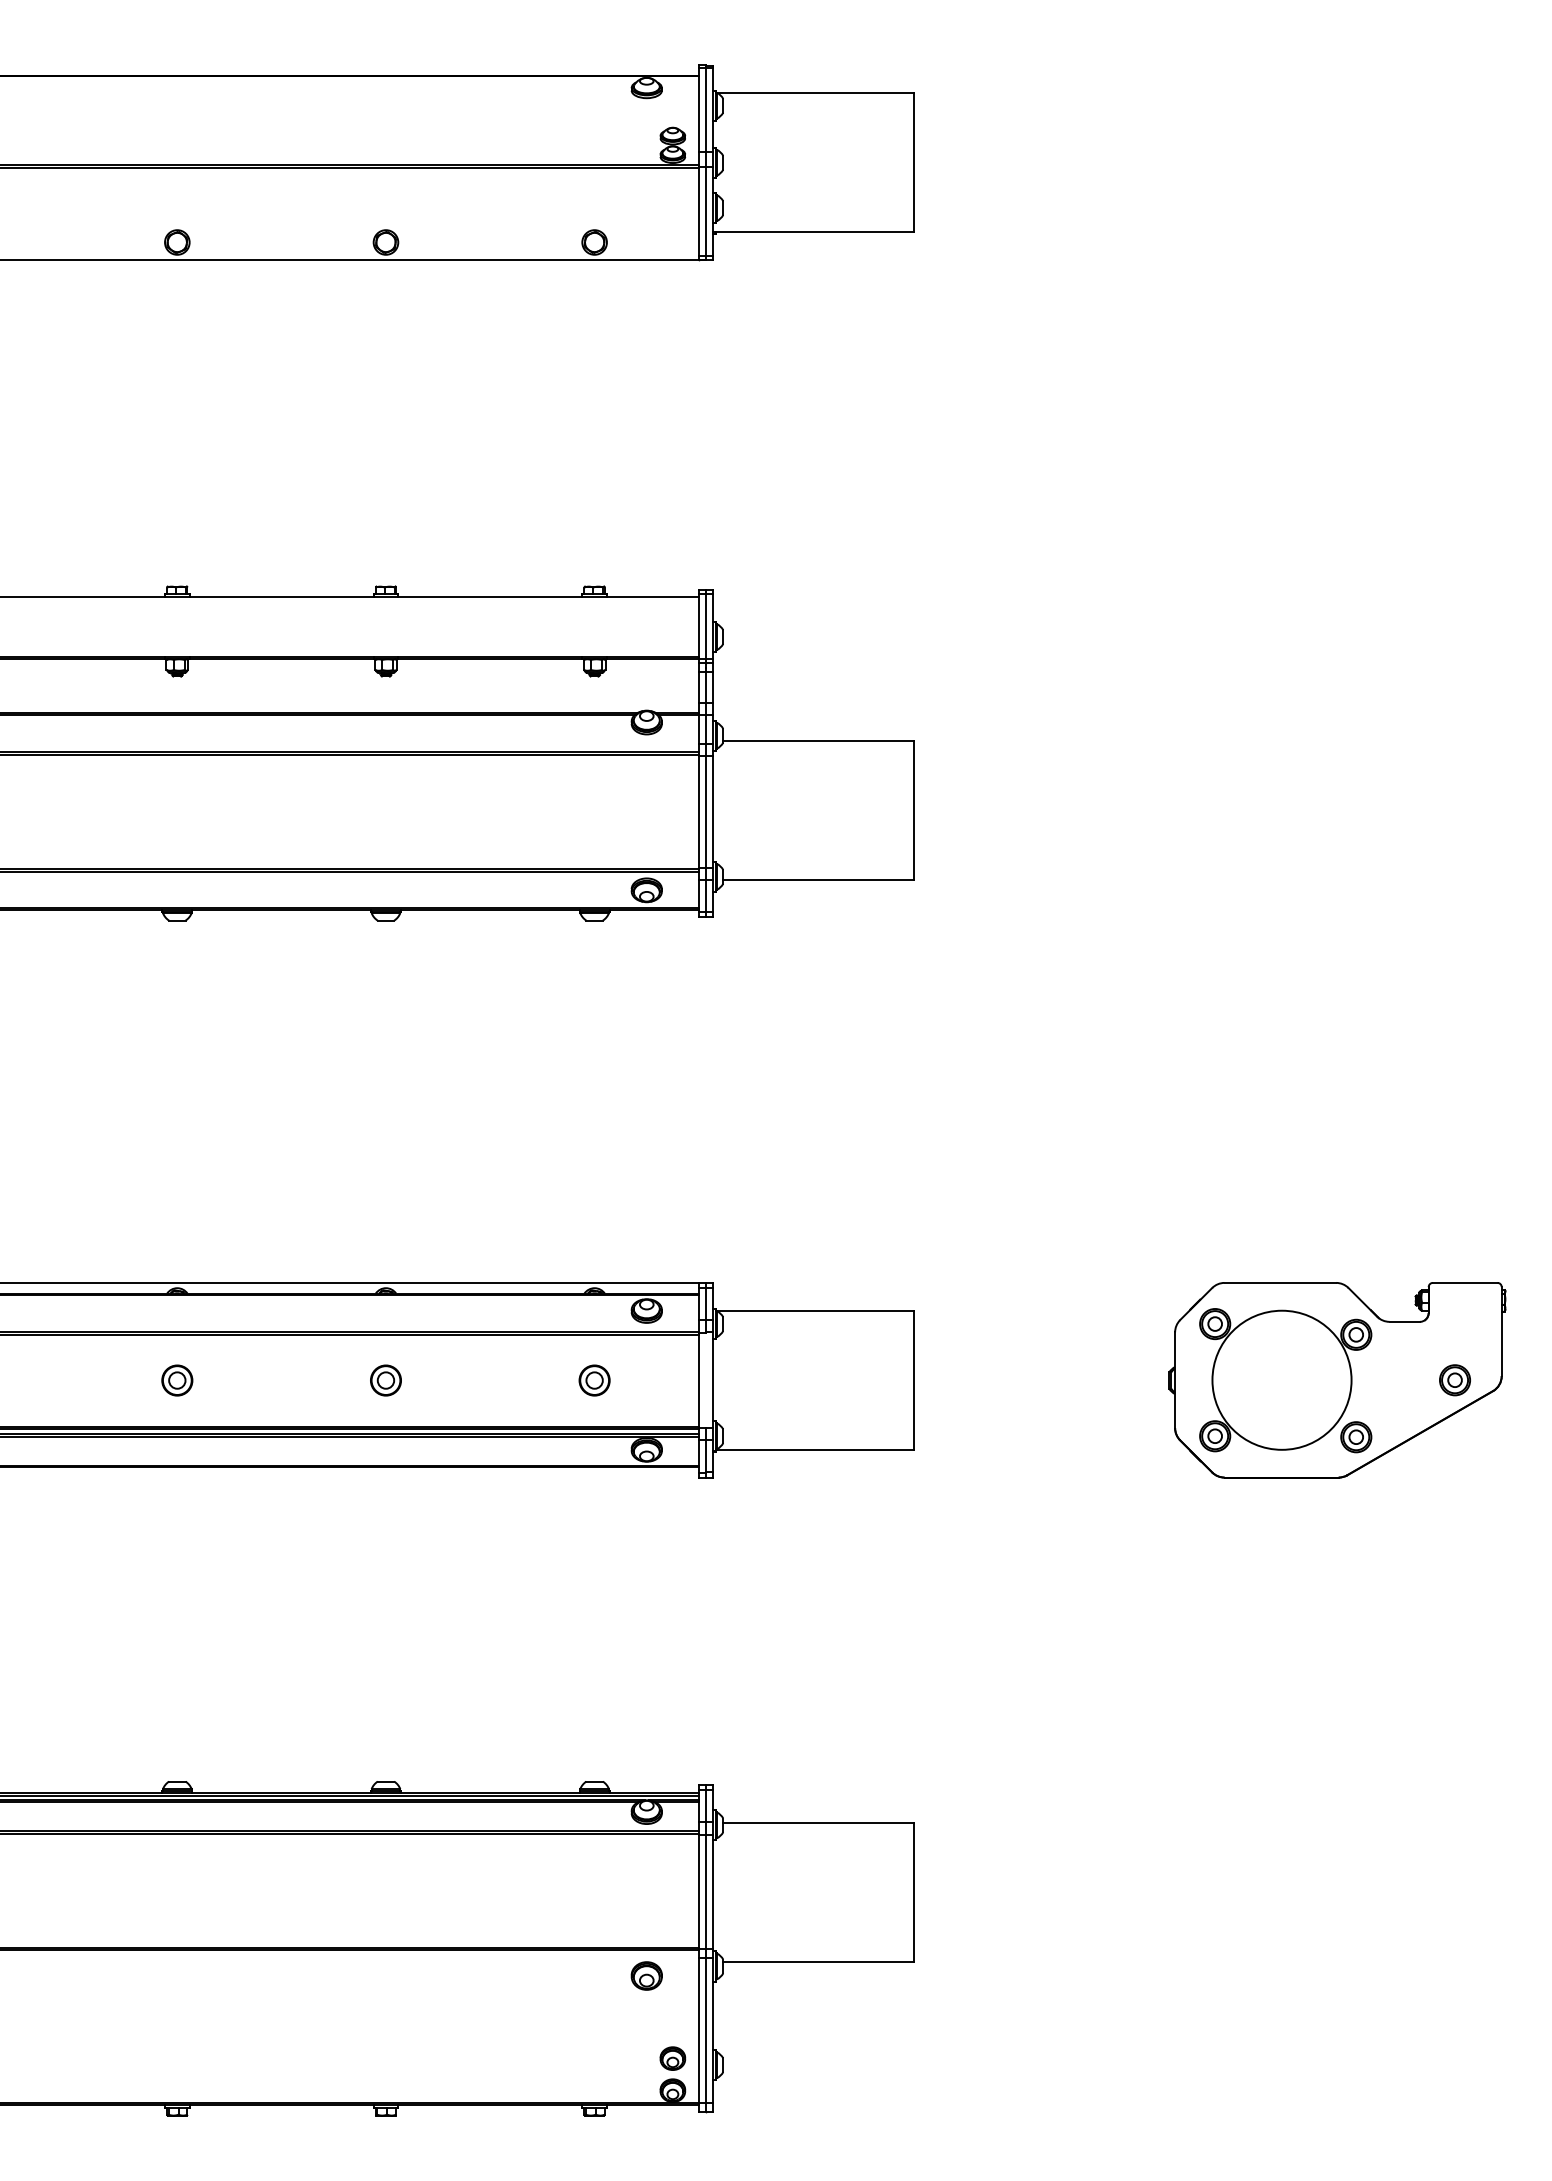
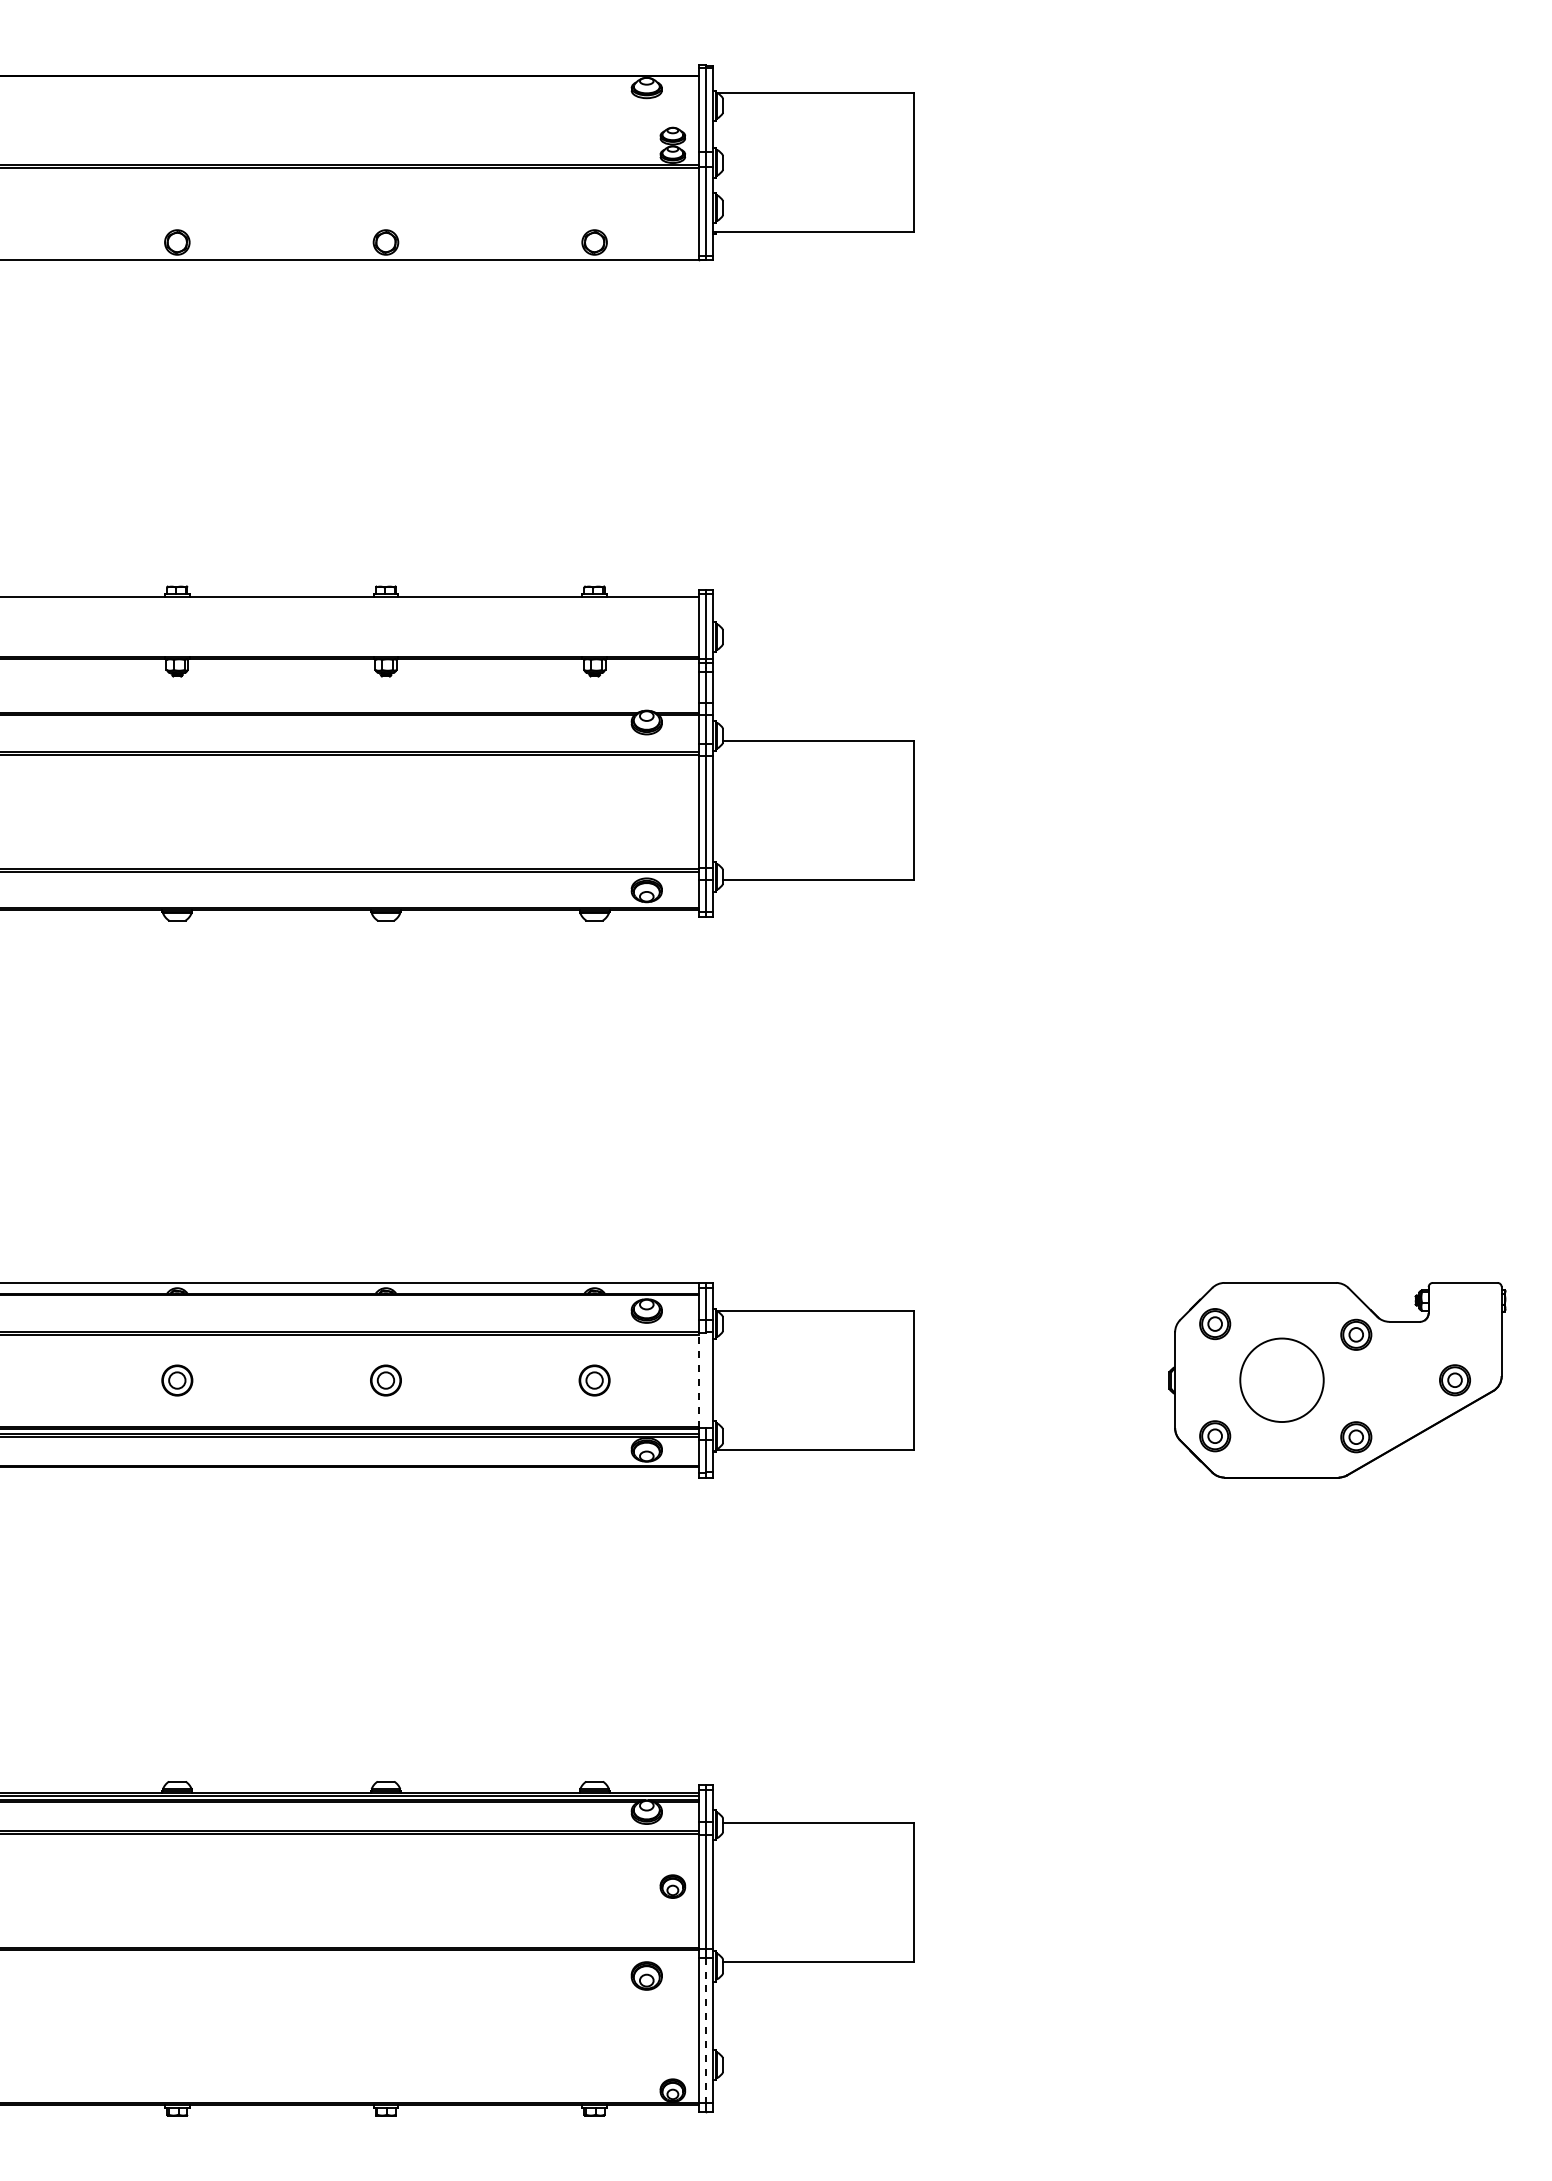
circle at (1281, 1379) diameter: 139 px -> 83 px
line at (698, 1380): solid -> dashed
line at (705, 2030): solid -> dashed
part at (672, 2058) position: (672, 2058) -> (672, 1886)
